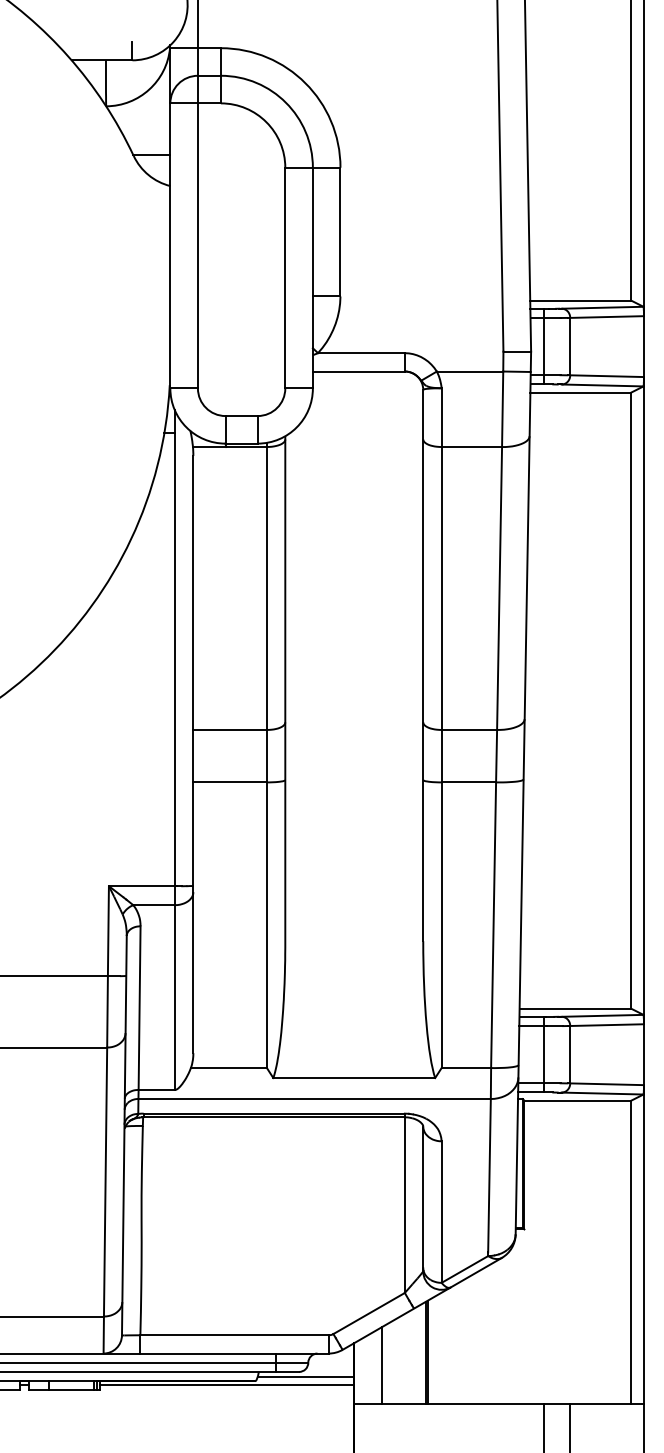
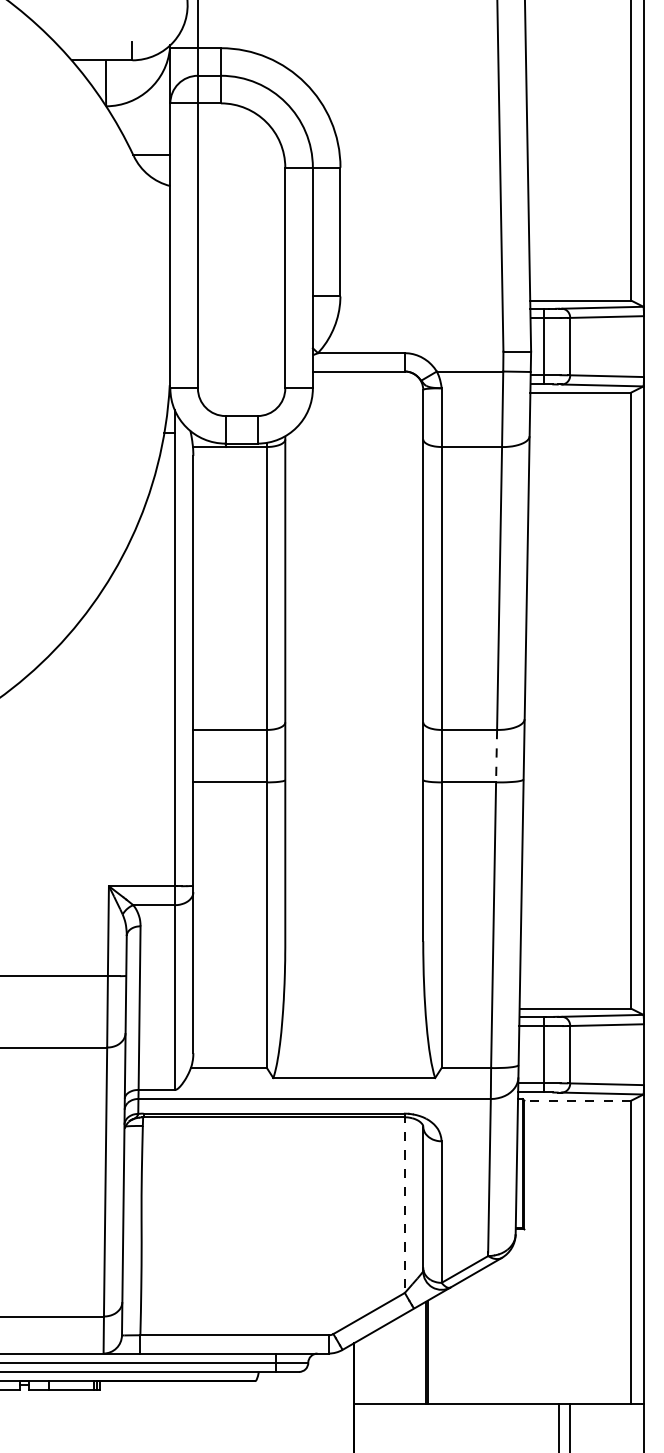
line at (496, 756): solid -> dashed
line at (577, 1100): solid -> dashed
line at (404, 1203): solid -> dashed
line at (381, 1365): present -> none
line at (305, 1376): present -> none
line at (226, 1384): present -> none
line at (544, 1426) position: (544, 1426) -> (559, 1426)
